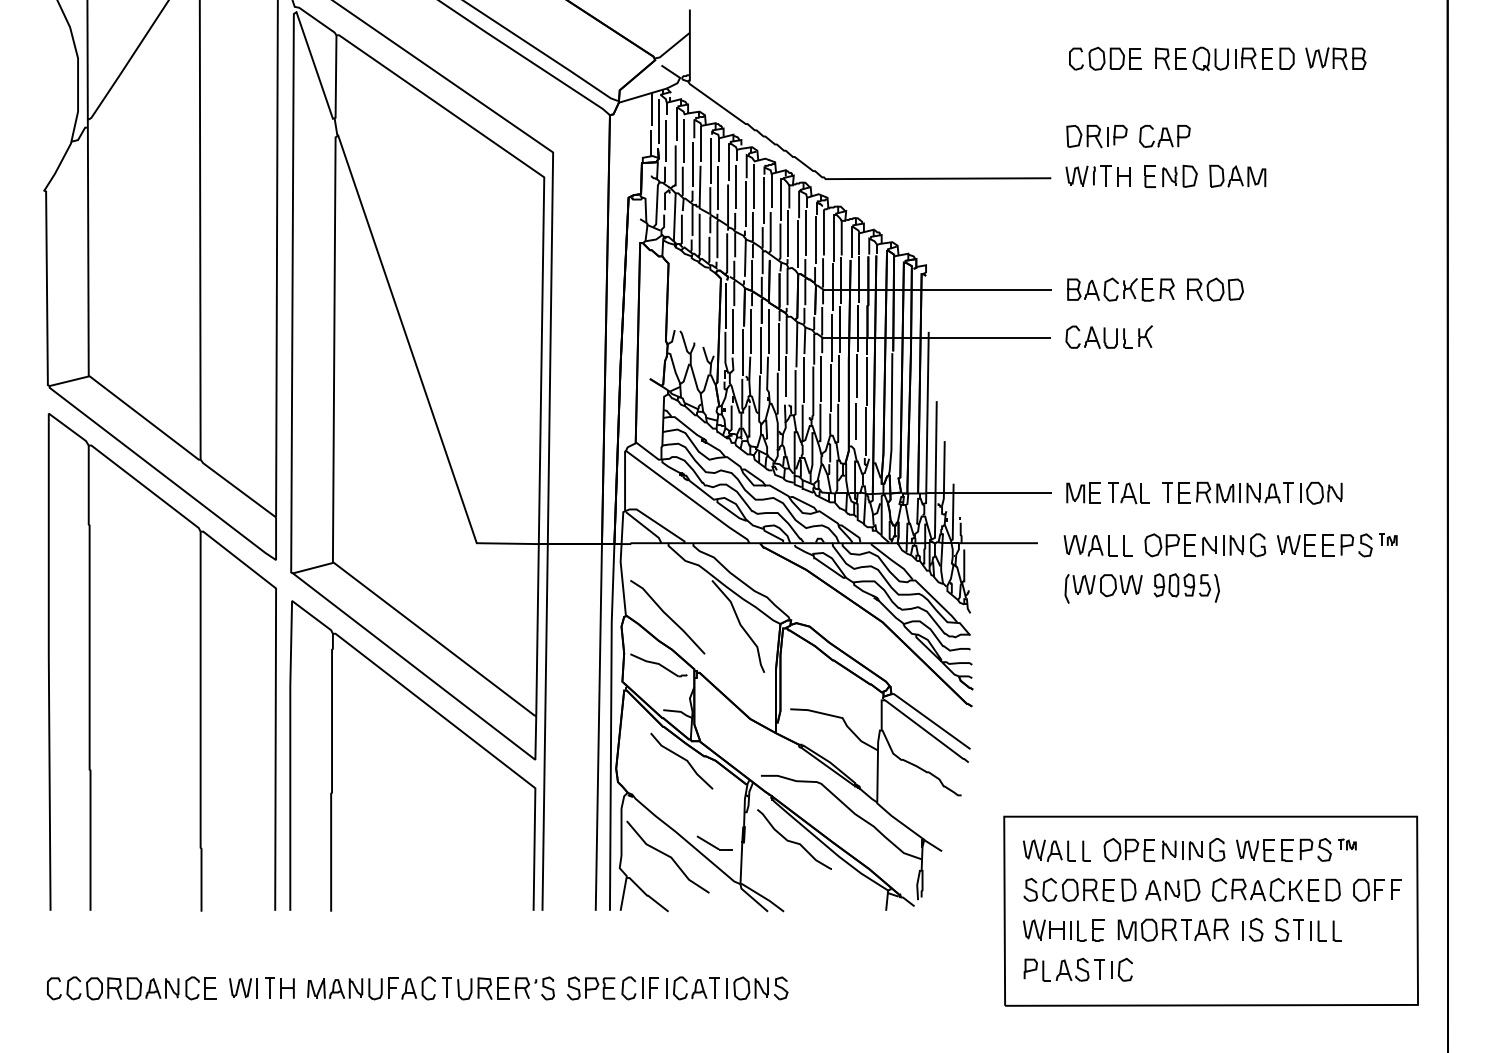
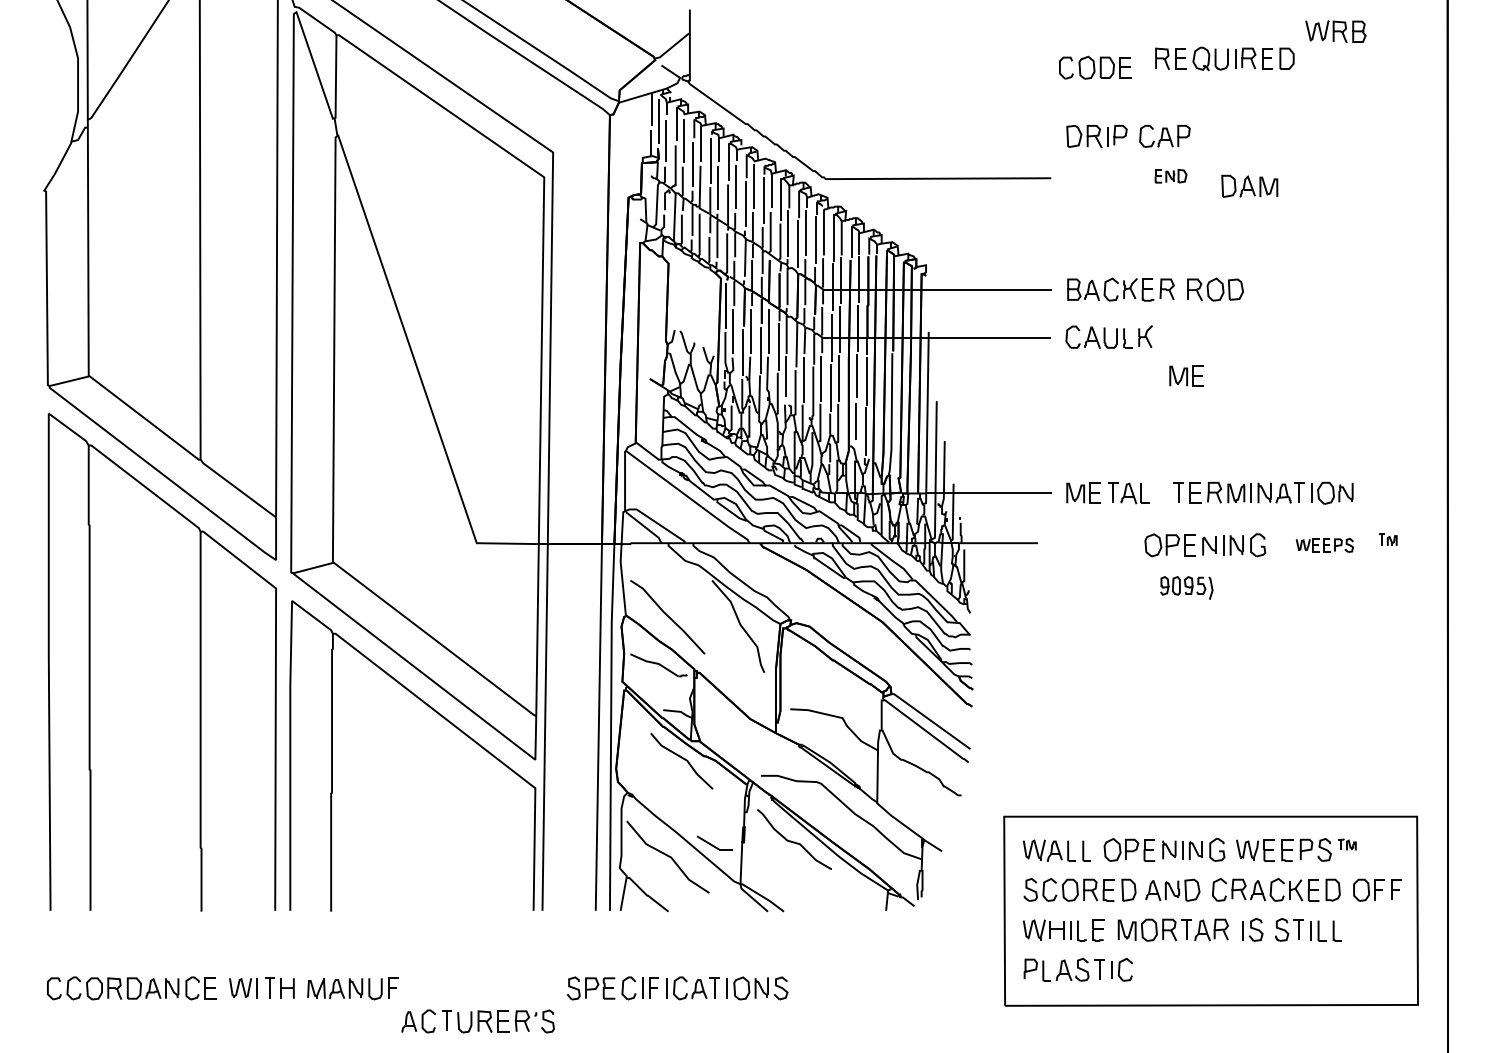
part at (1105, 58) position: (1105, 58) -> (1095, 67)
part at (1335, 58) position: (1335, 58) -> (1335, 31)
part at (1097, 175): present -> none
part at (1170, 175) size: 54x24 px -> 34x15 px
part at (1237, 175) position: (1237, 175) -> (1249, 185)
part at (1186, 375): none -> present
part at (1252, 492) position: (1252, 492) -> (1263, 492)
part at (1097, 545): present -> none
part at (1324, 545) size: 96x25 px -> 59x15 px
part at (1186, 587) size: 67x30 px -> 54x24 px
part at (1103, 588): present -> none
part at (477, 988) position: (477, 988) -> (477, 1021)
